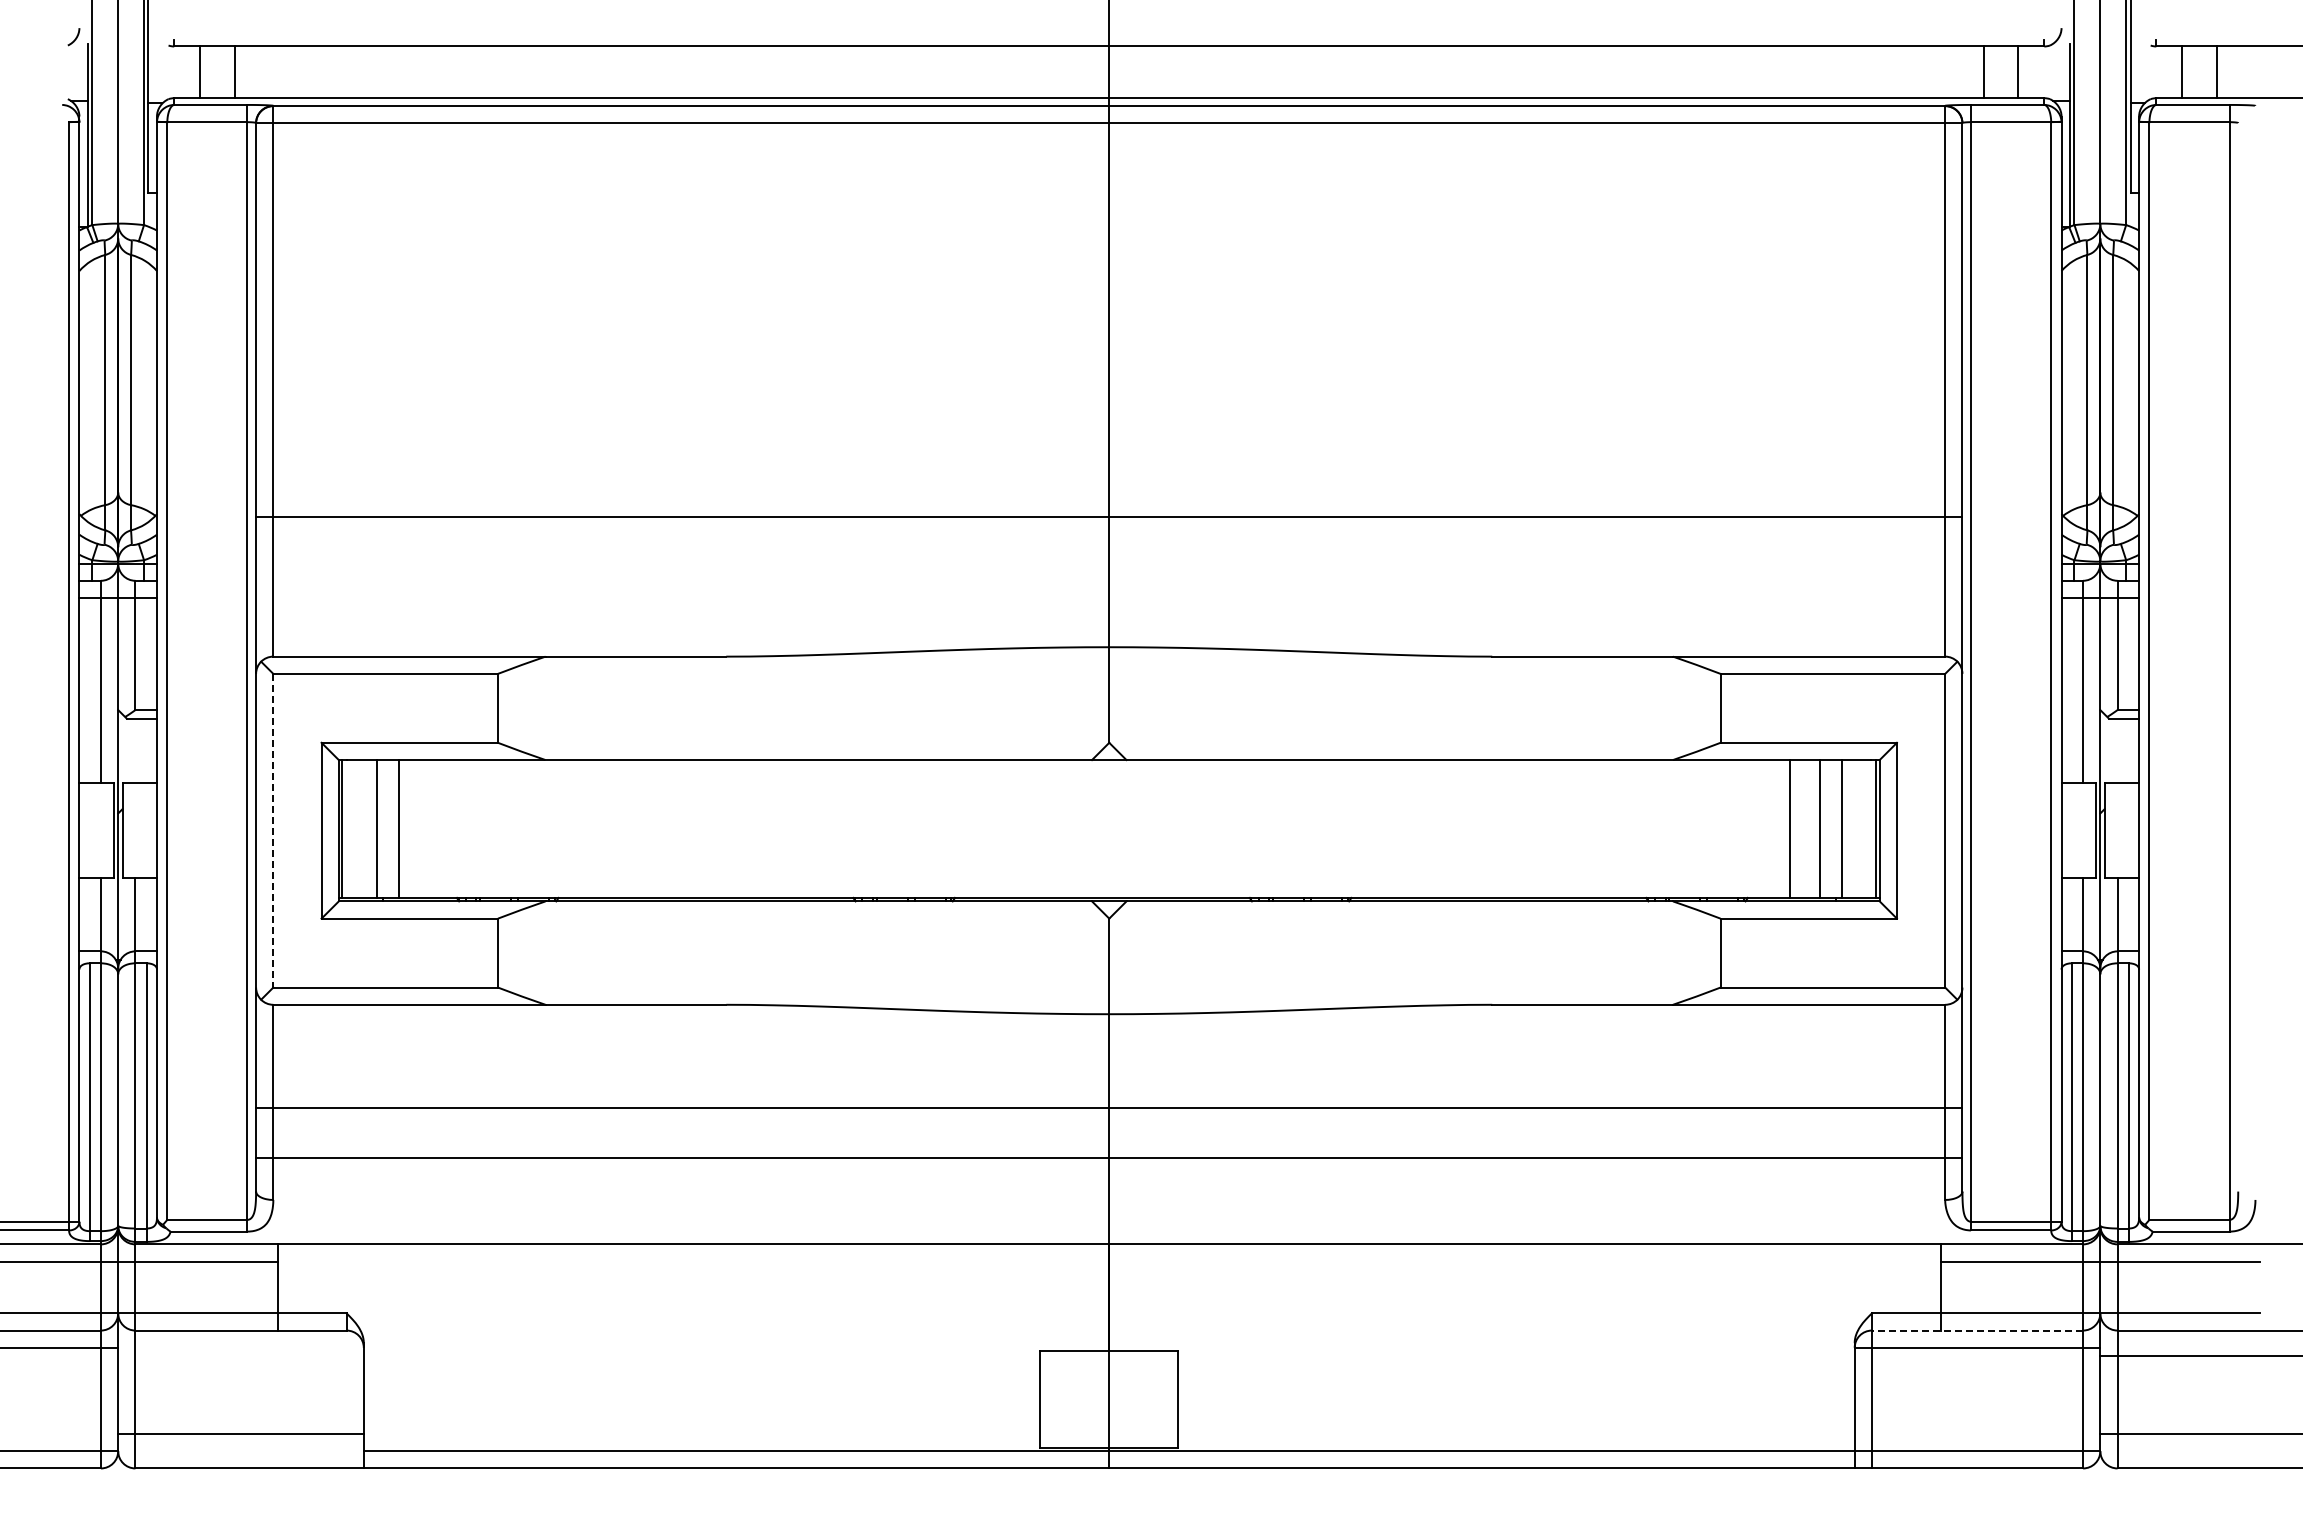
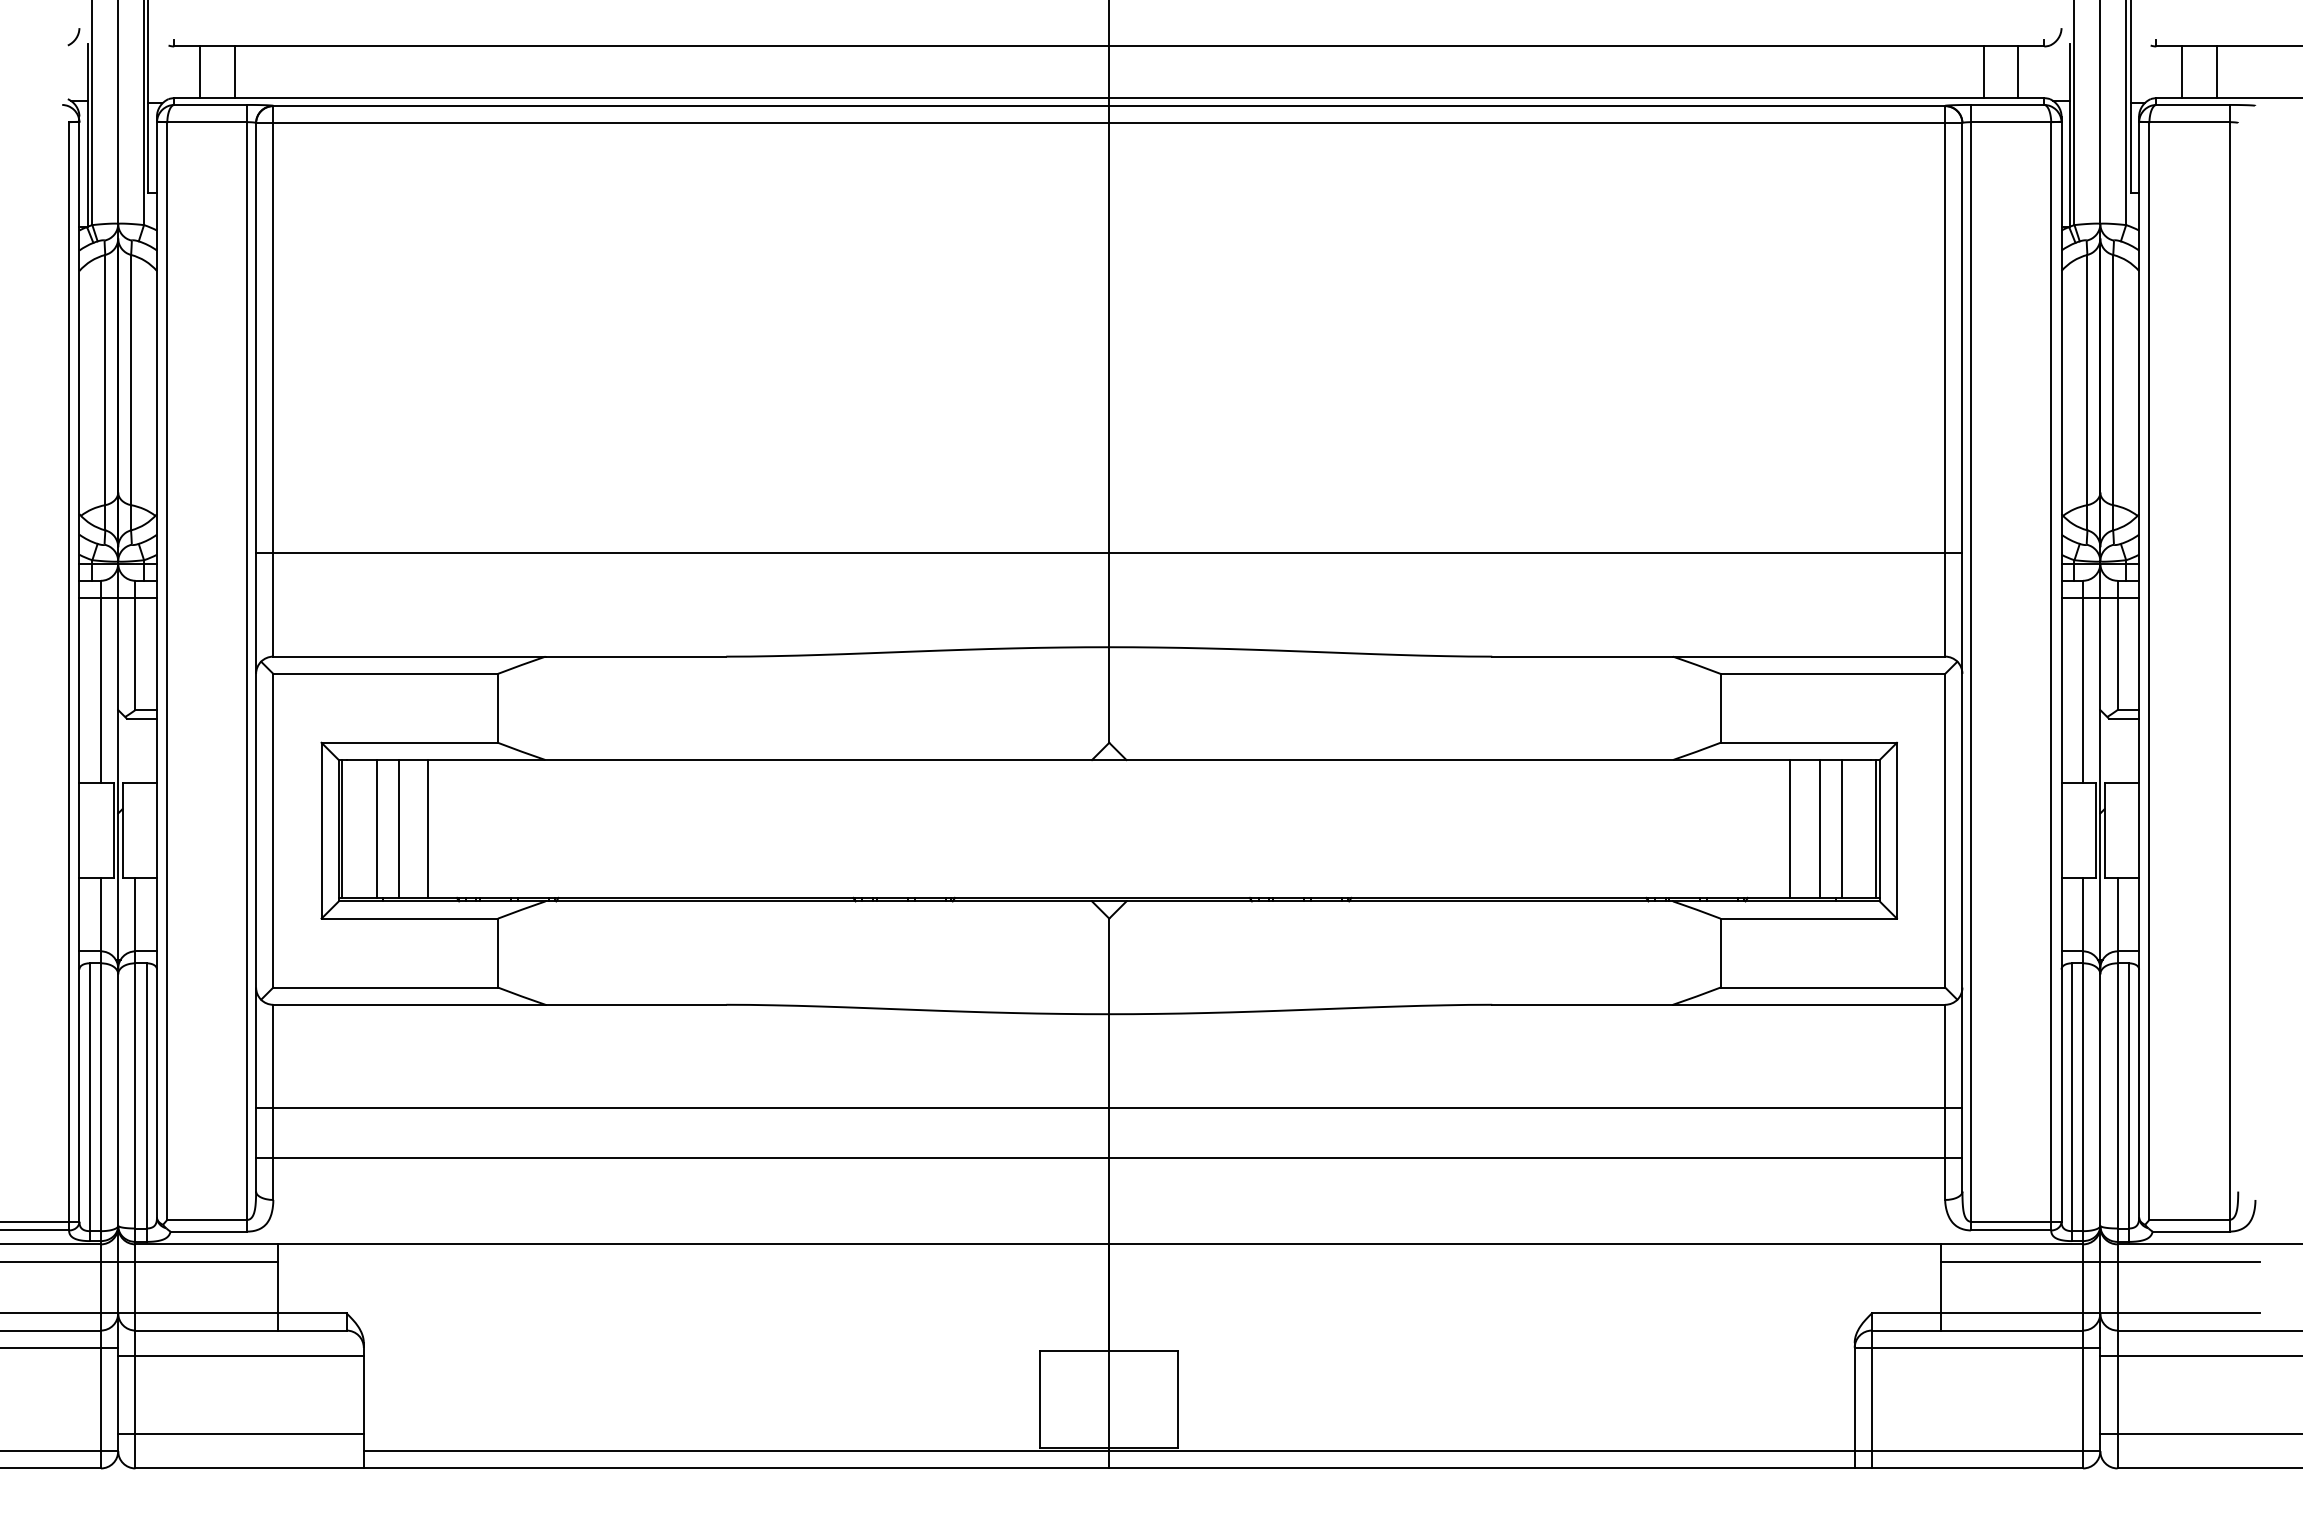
line at (1109, 517) position: (1109, 517) -> (1109, 553)
line at (428, 828): none -> present
line at (273, 830): dashed -> solid
line at (1977, 1330): dashed -> solid
line at (240, 1356): none -> present
